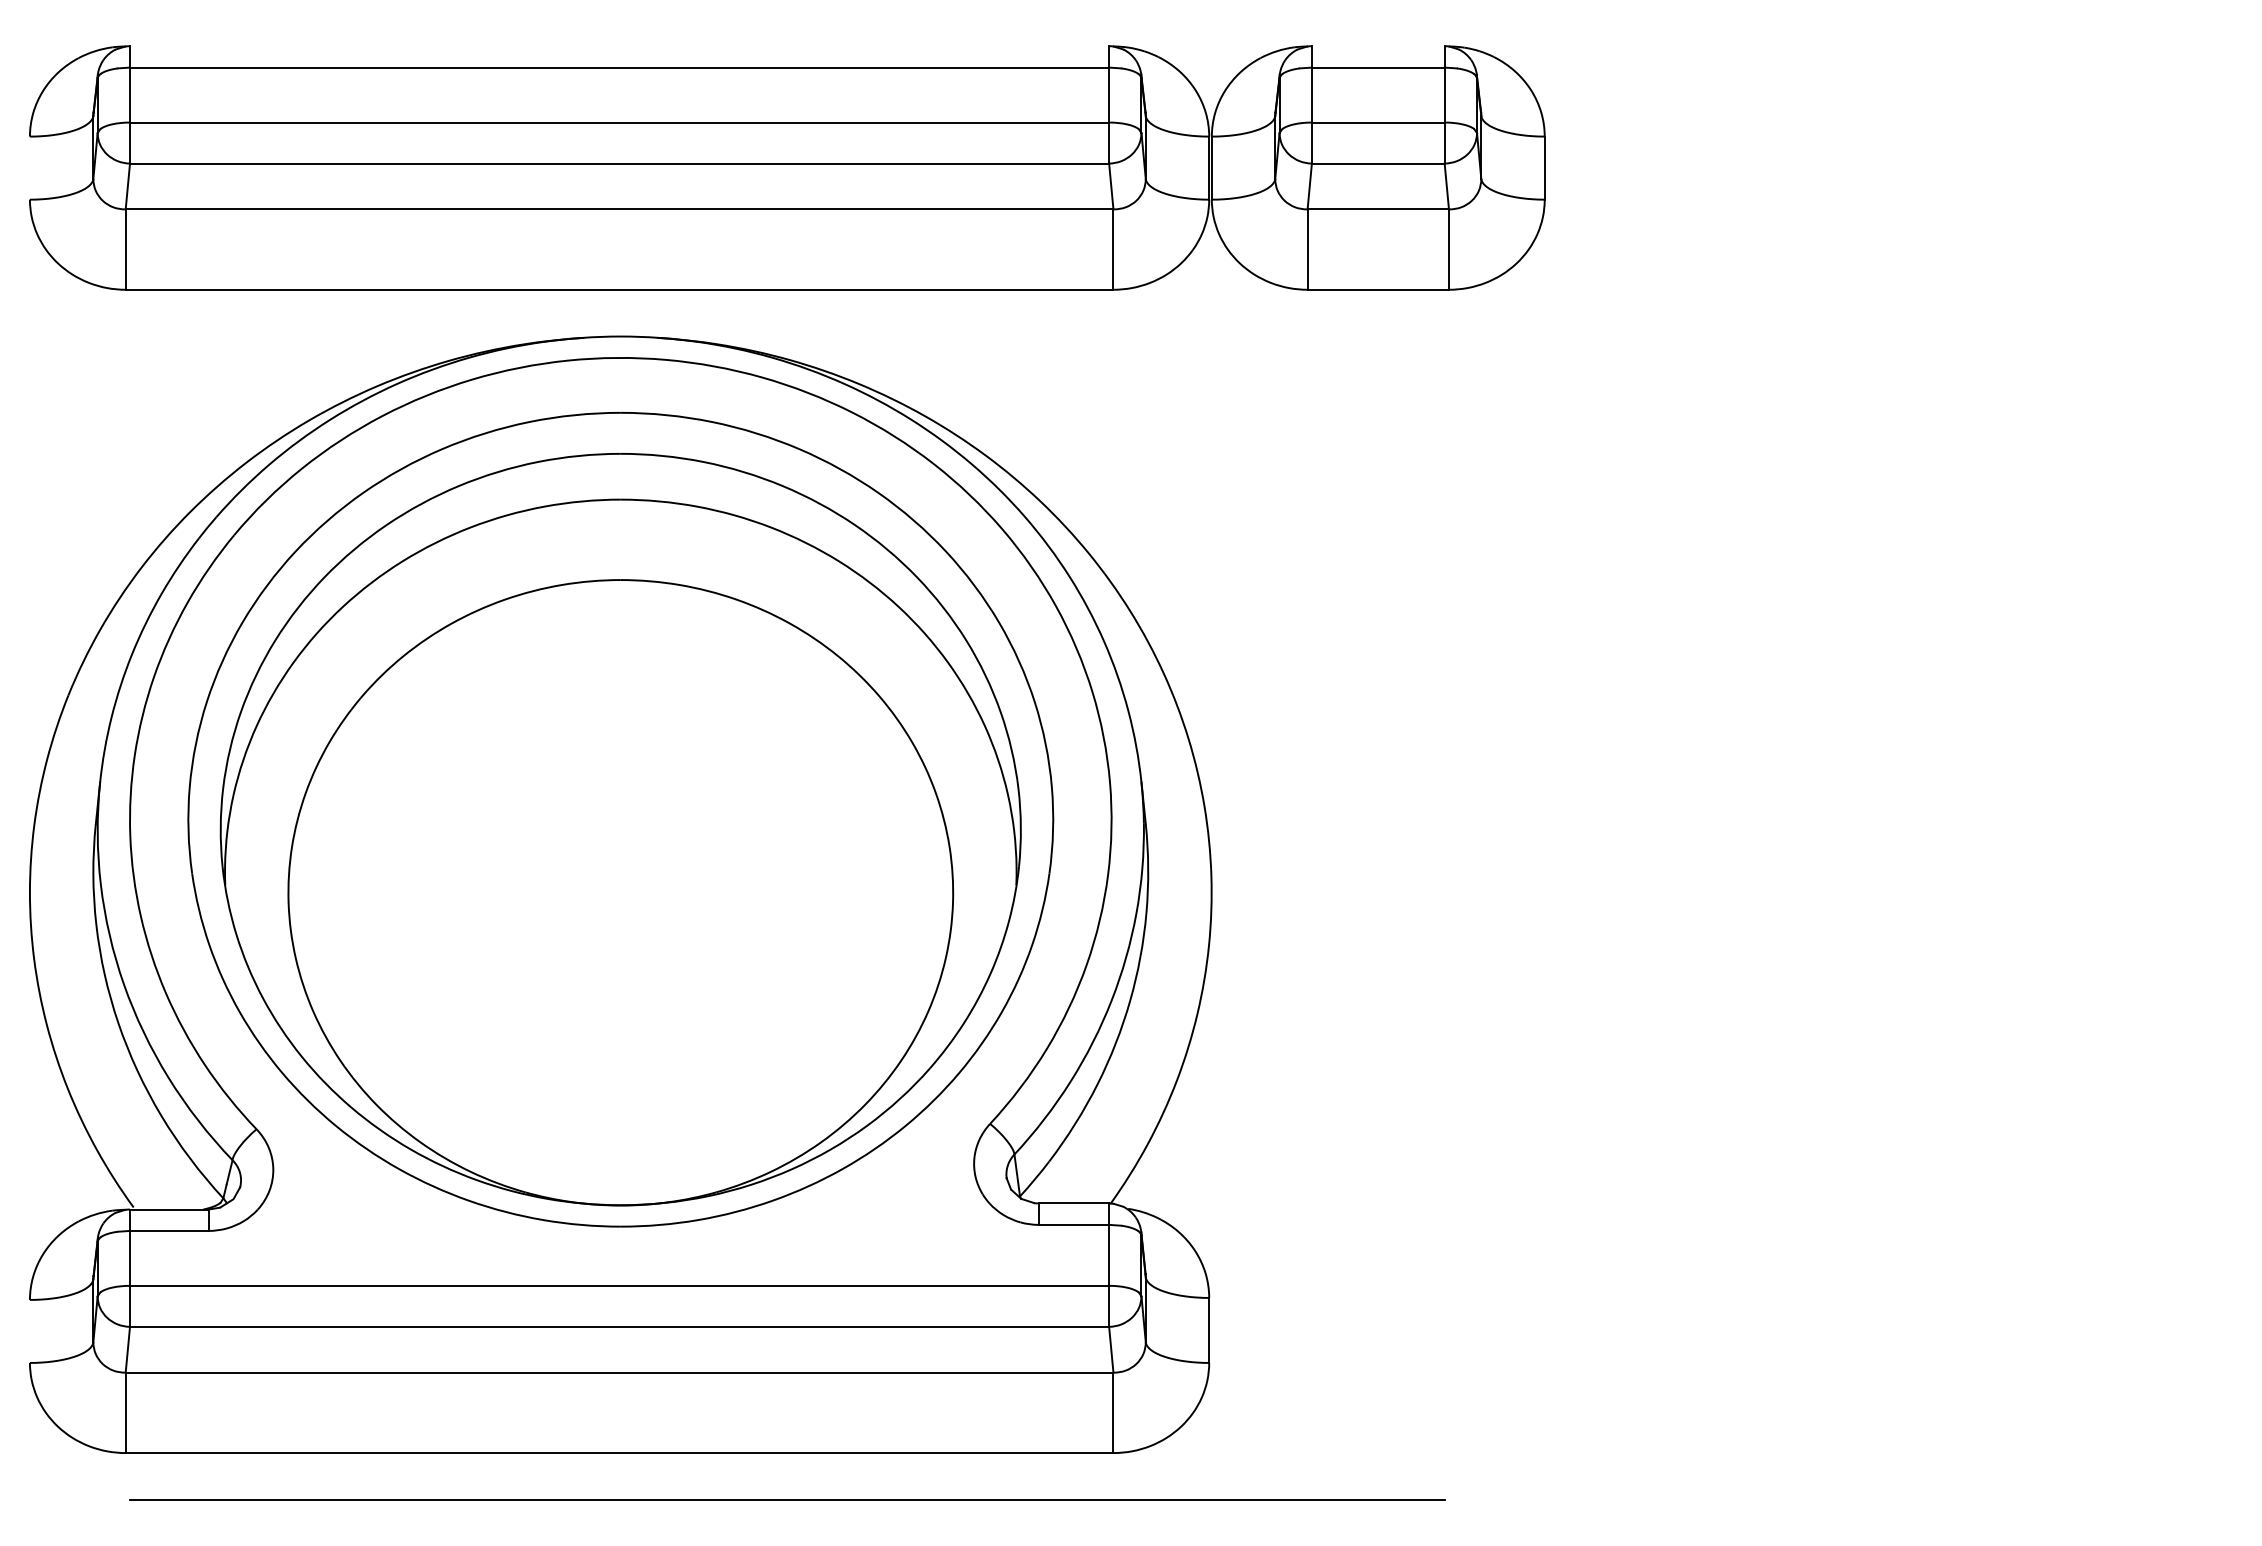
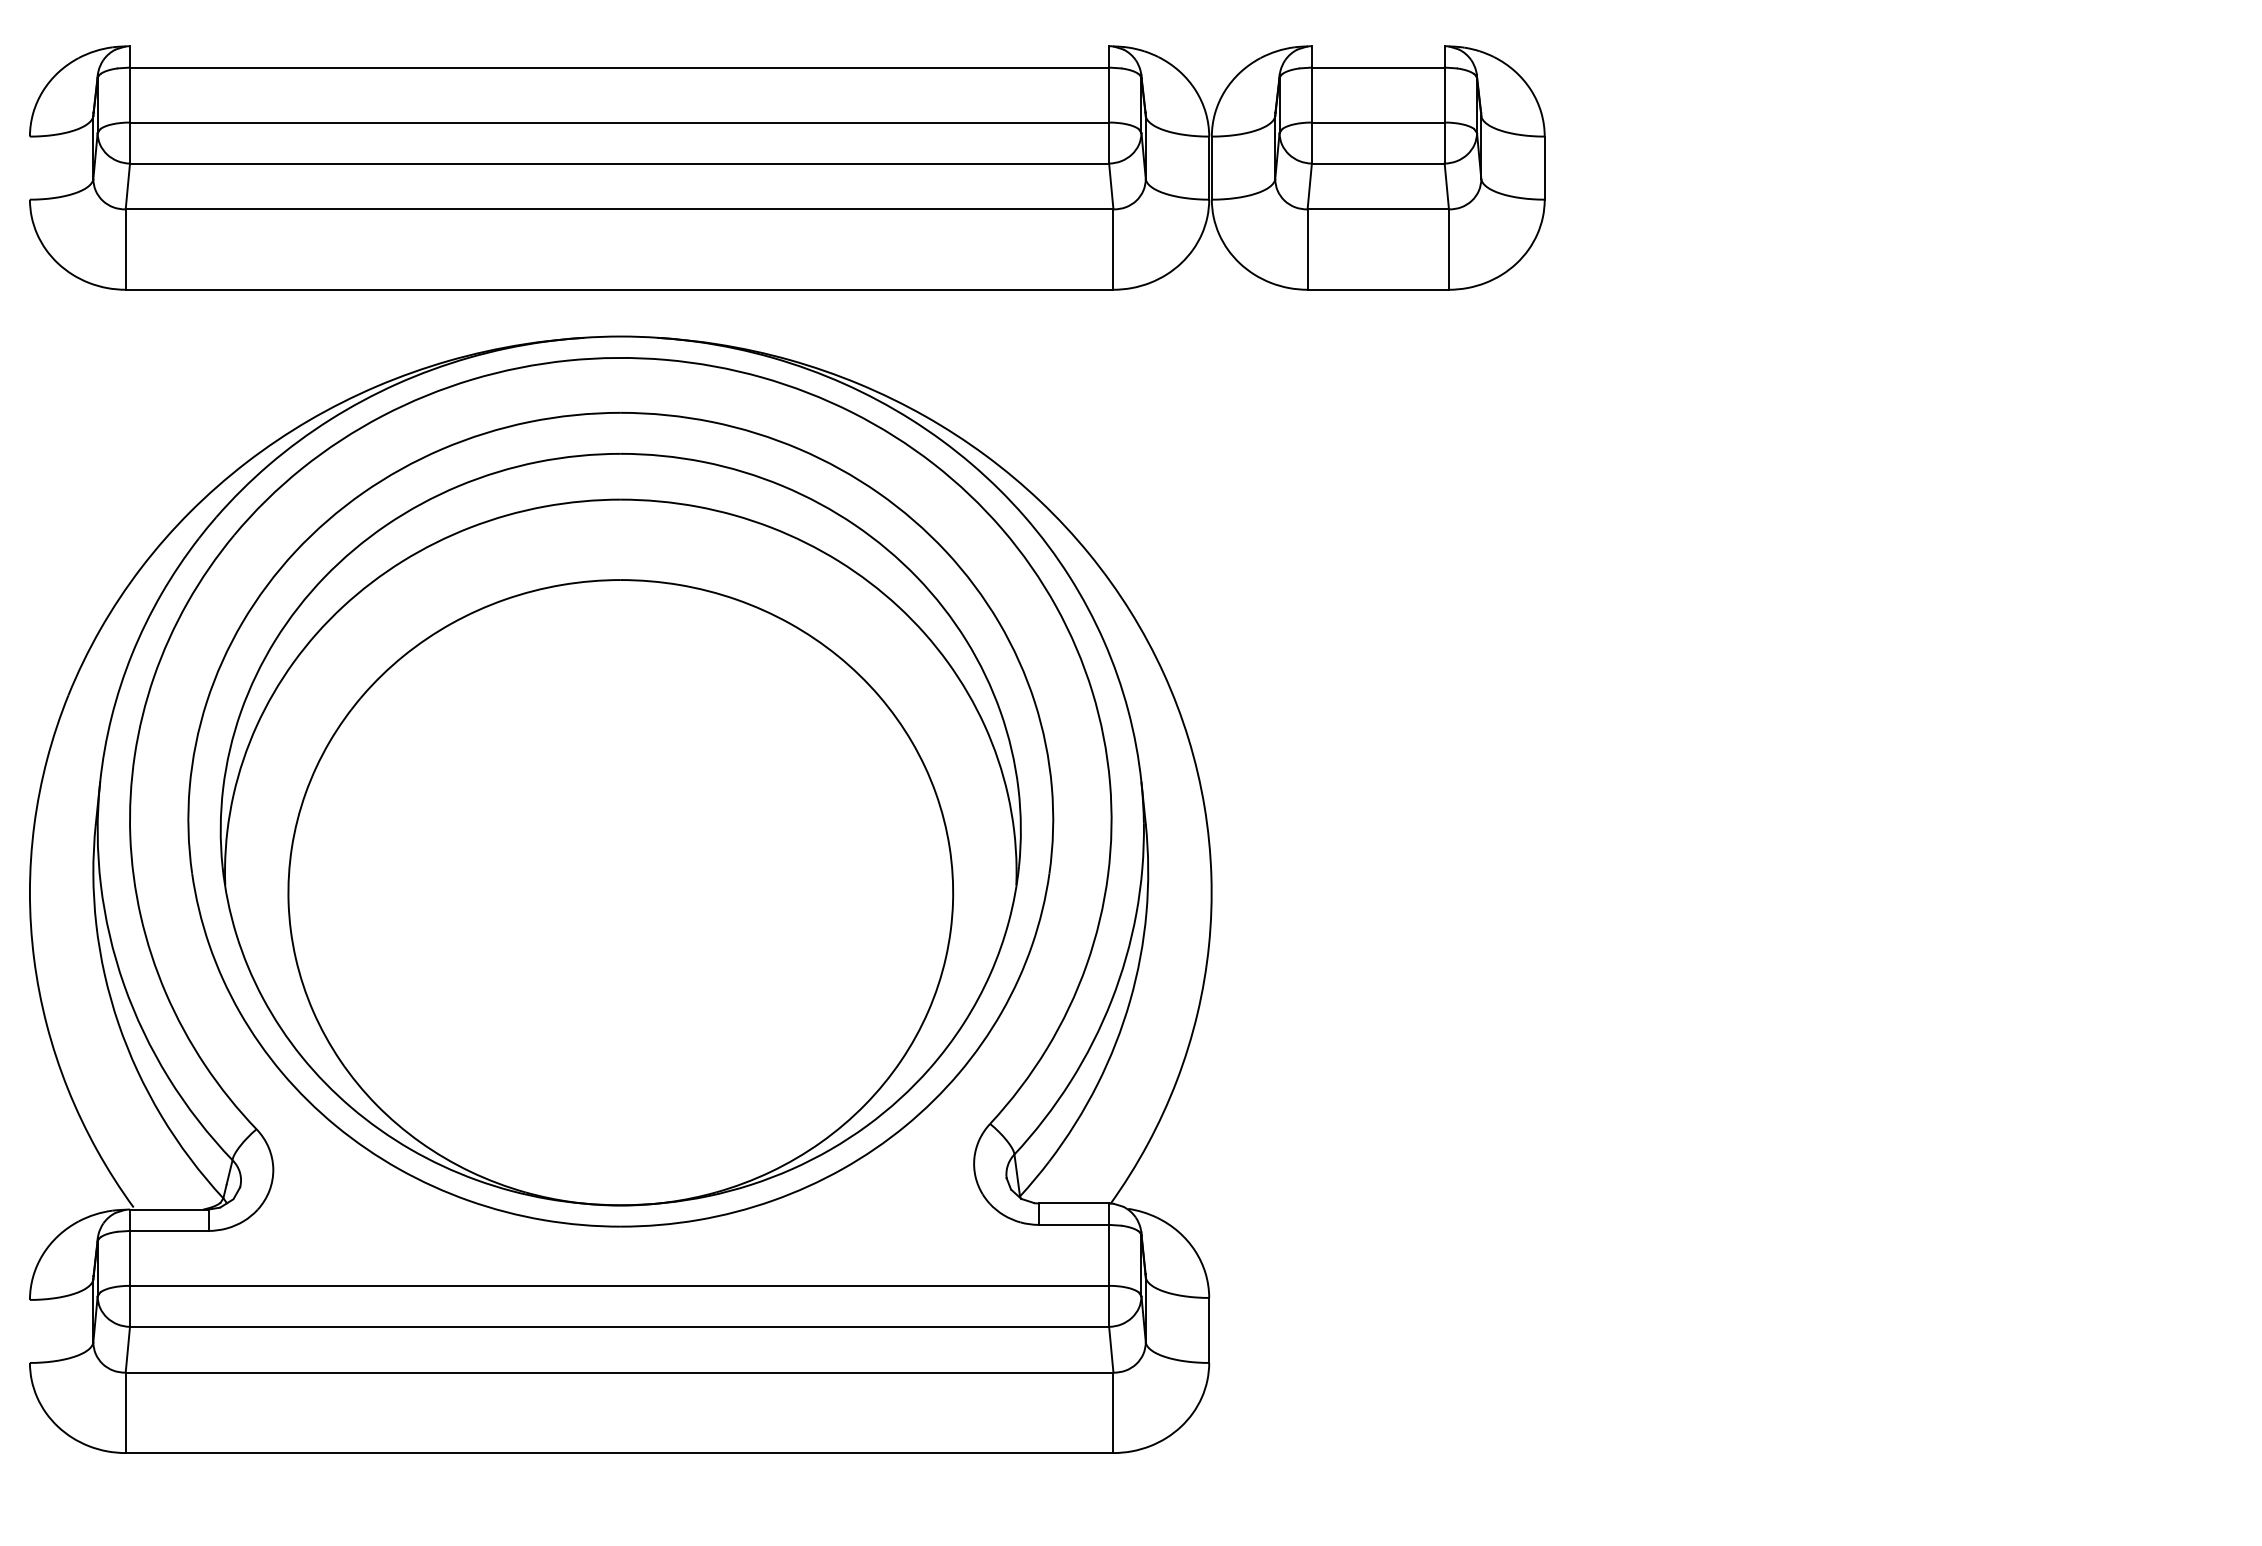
line at (787, 1499): present -> none
